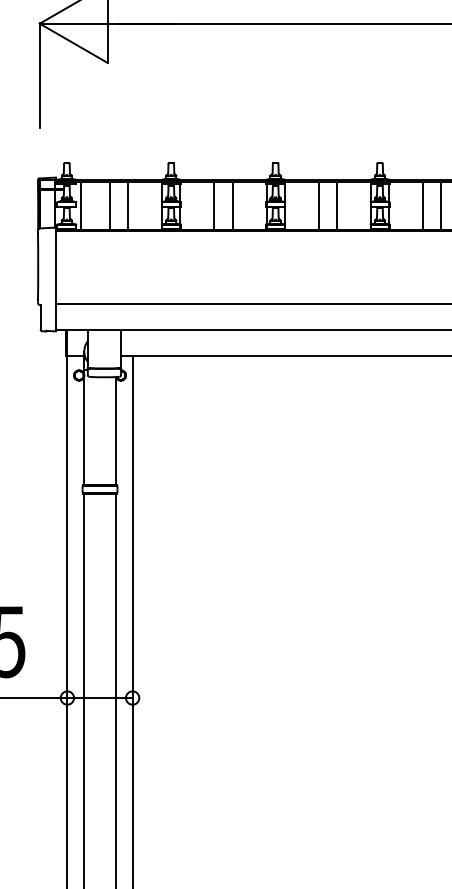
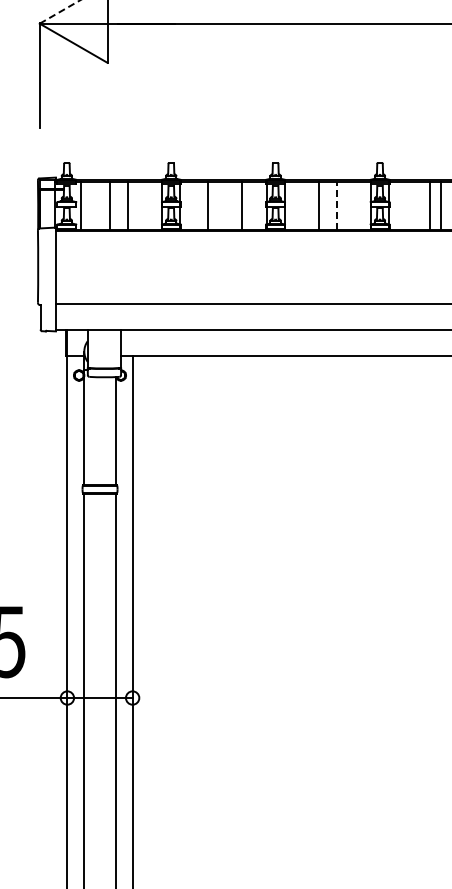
line at (60, 11): solid -> dashed
line at (214, 205) position: (214, 205) -> (208, 205)
line at (232, 205) position: (232, 205) -> (241, 205)
line at (336, 205): solid -> dashed
line at (423, 205) position: (423, 205) -> (430, 205)
